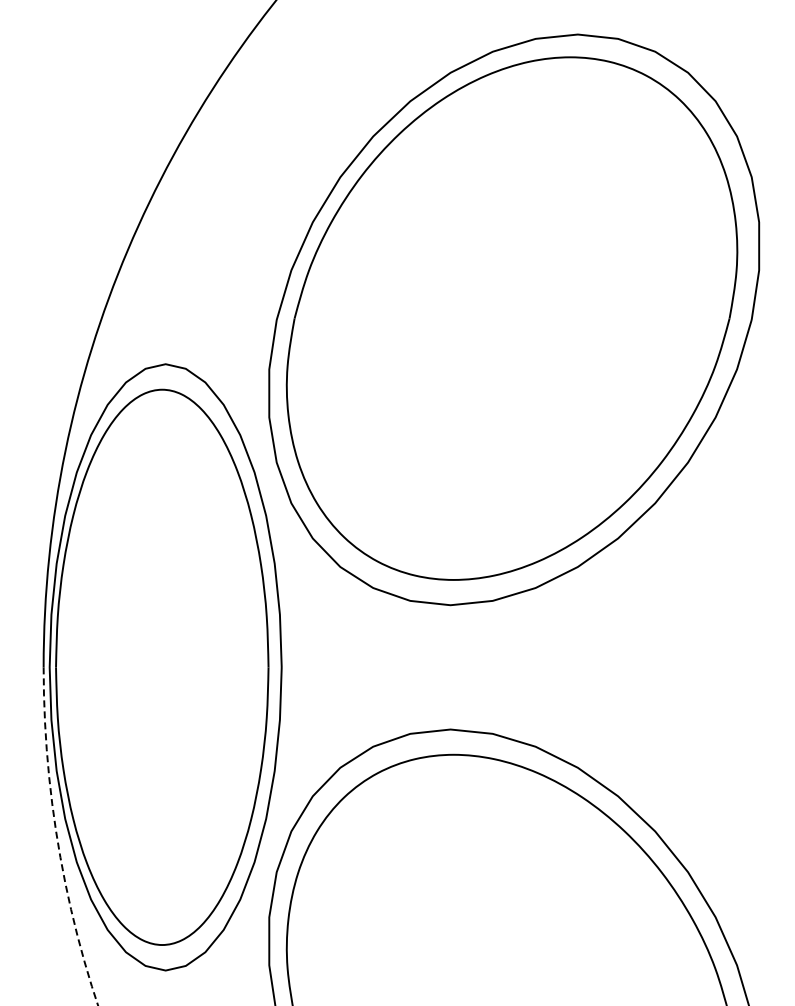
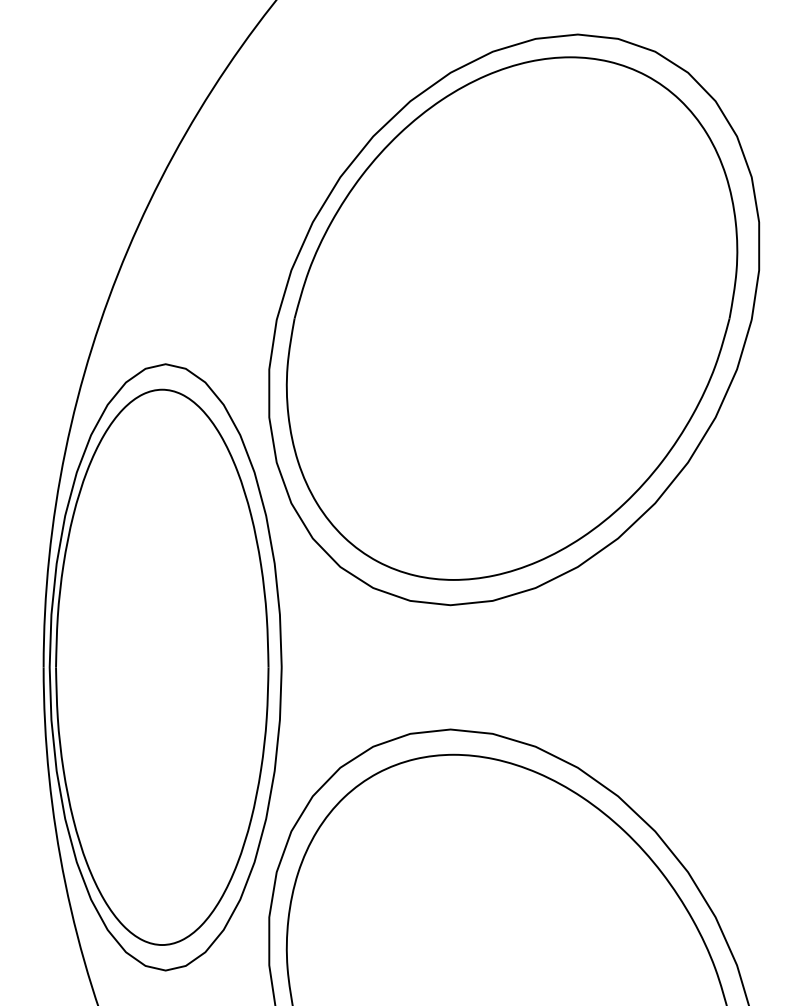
arc at (57, 838): dashed -> solid
